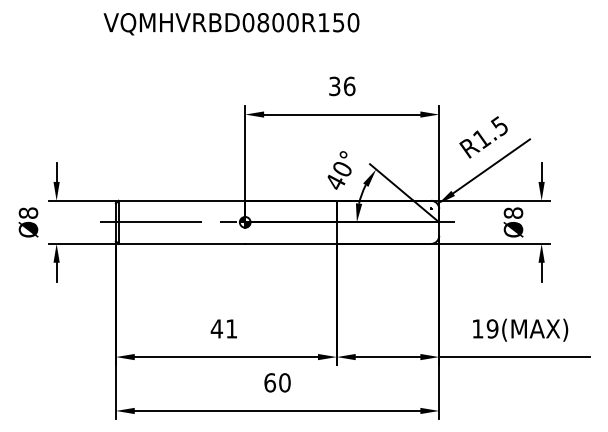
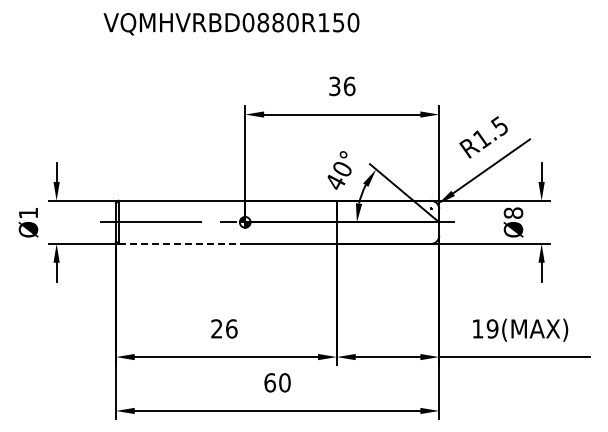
text at (277, 22): VQMHVRBD0800R150 -> VQMHVRBD0880R150
text at (28, 212): Ø8 -> Ø1
line at (182, 243): solid -> dashed
text at (223, 328): 41 -> 26
